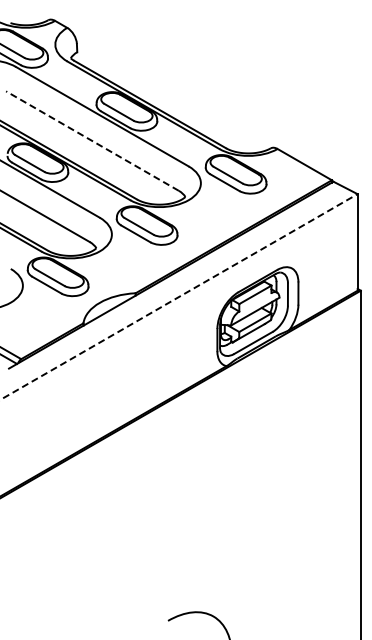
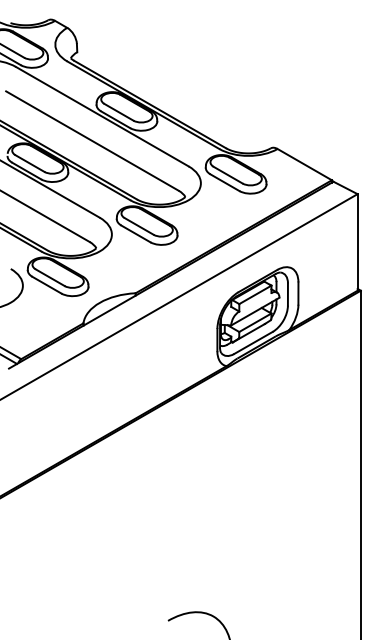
line at (92, 141): dashed -> solid
line at (179, 296): dashed -> solid
